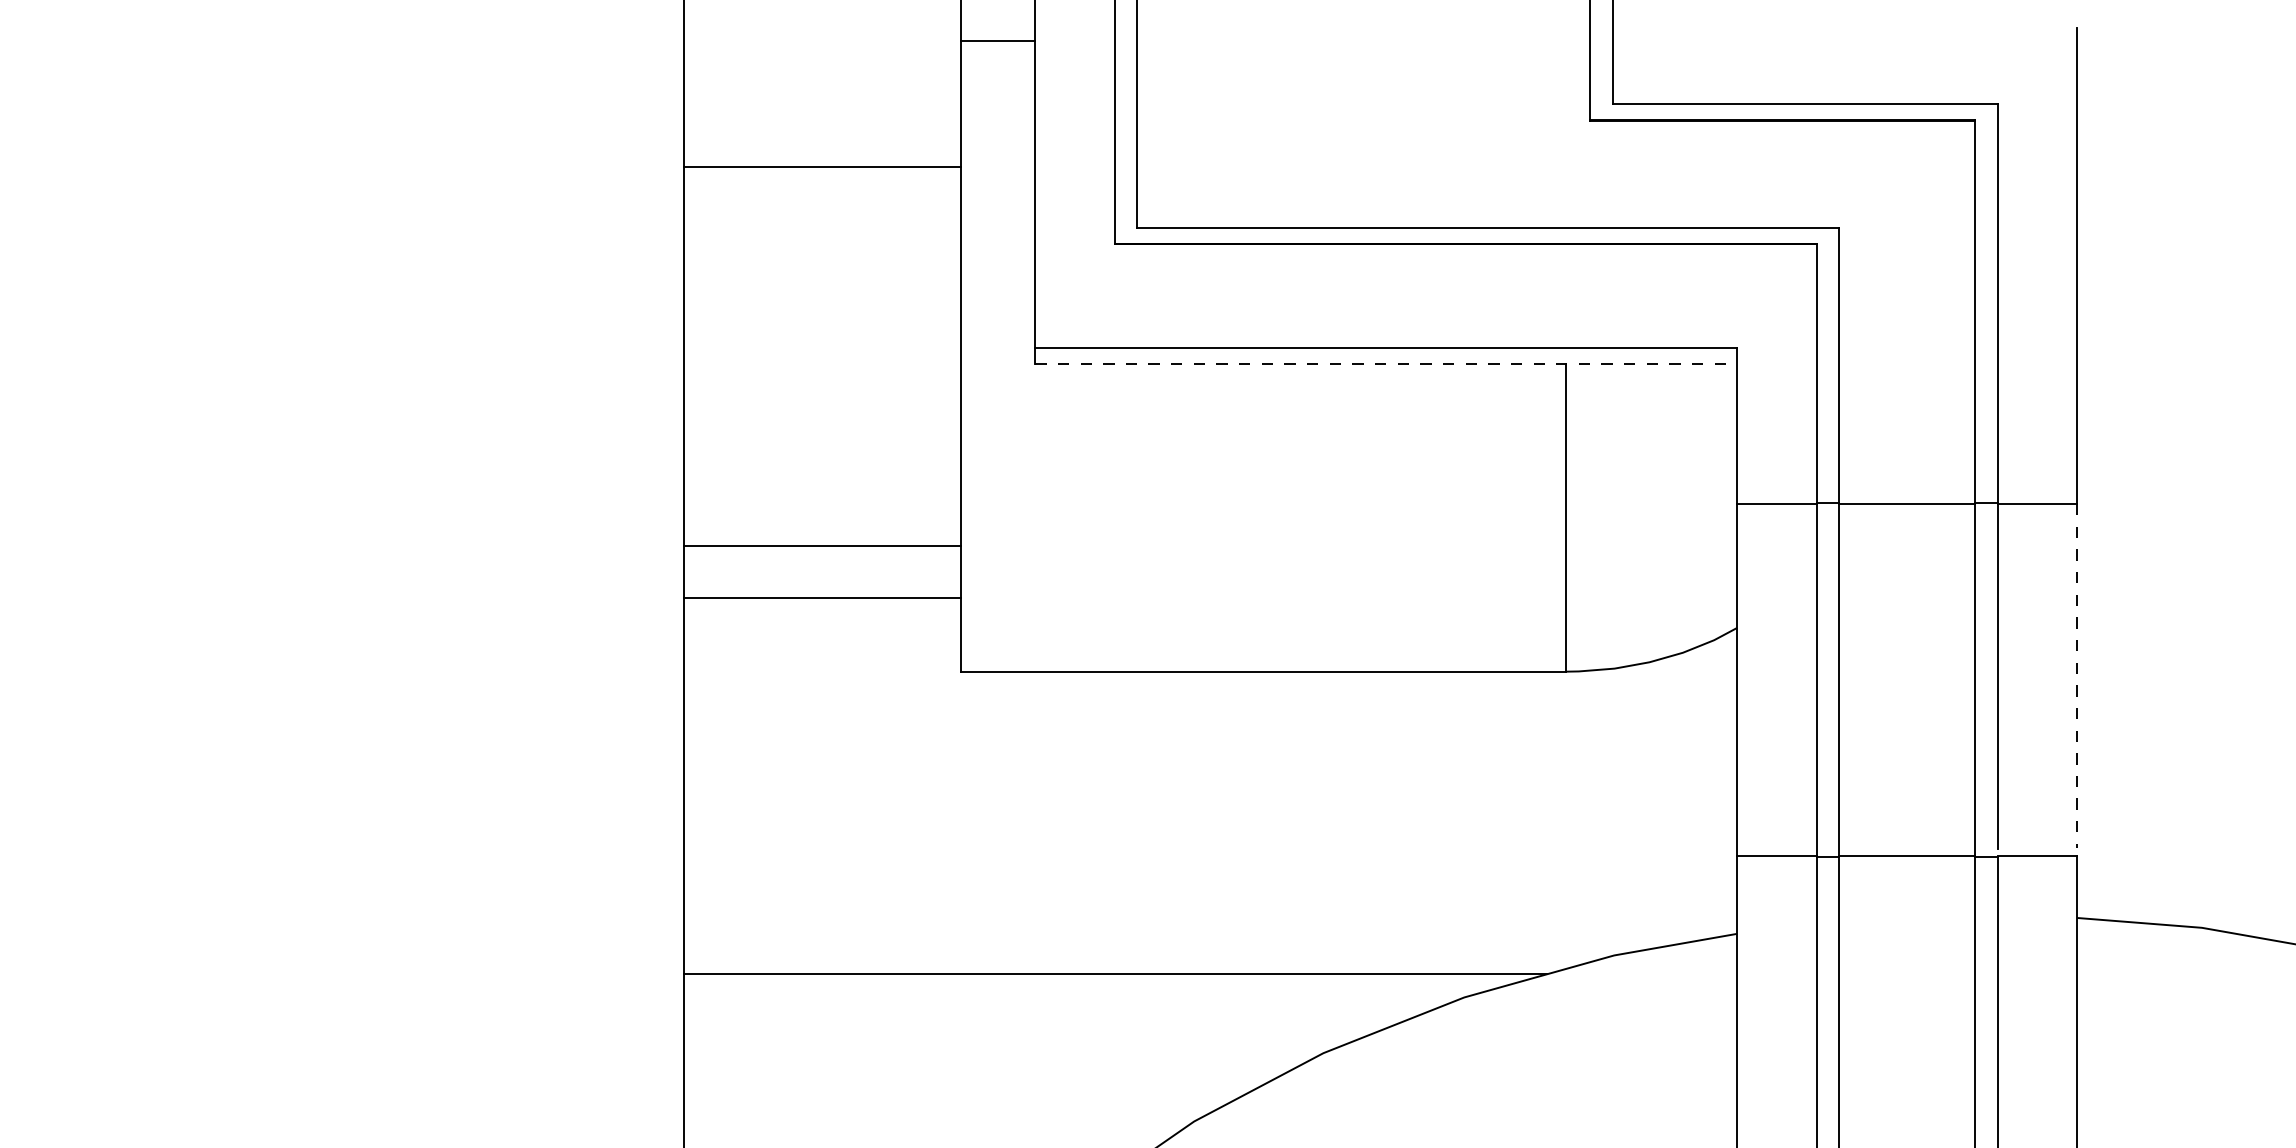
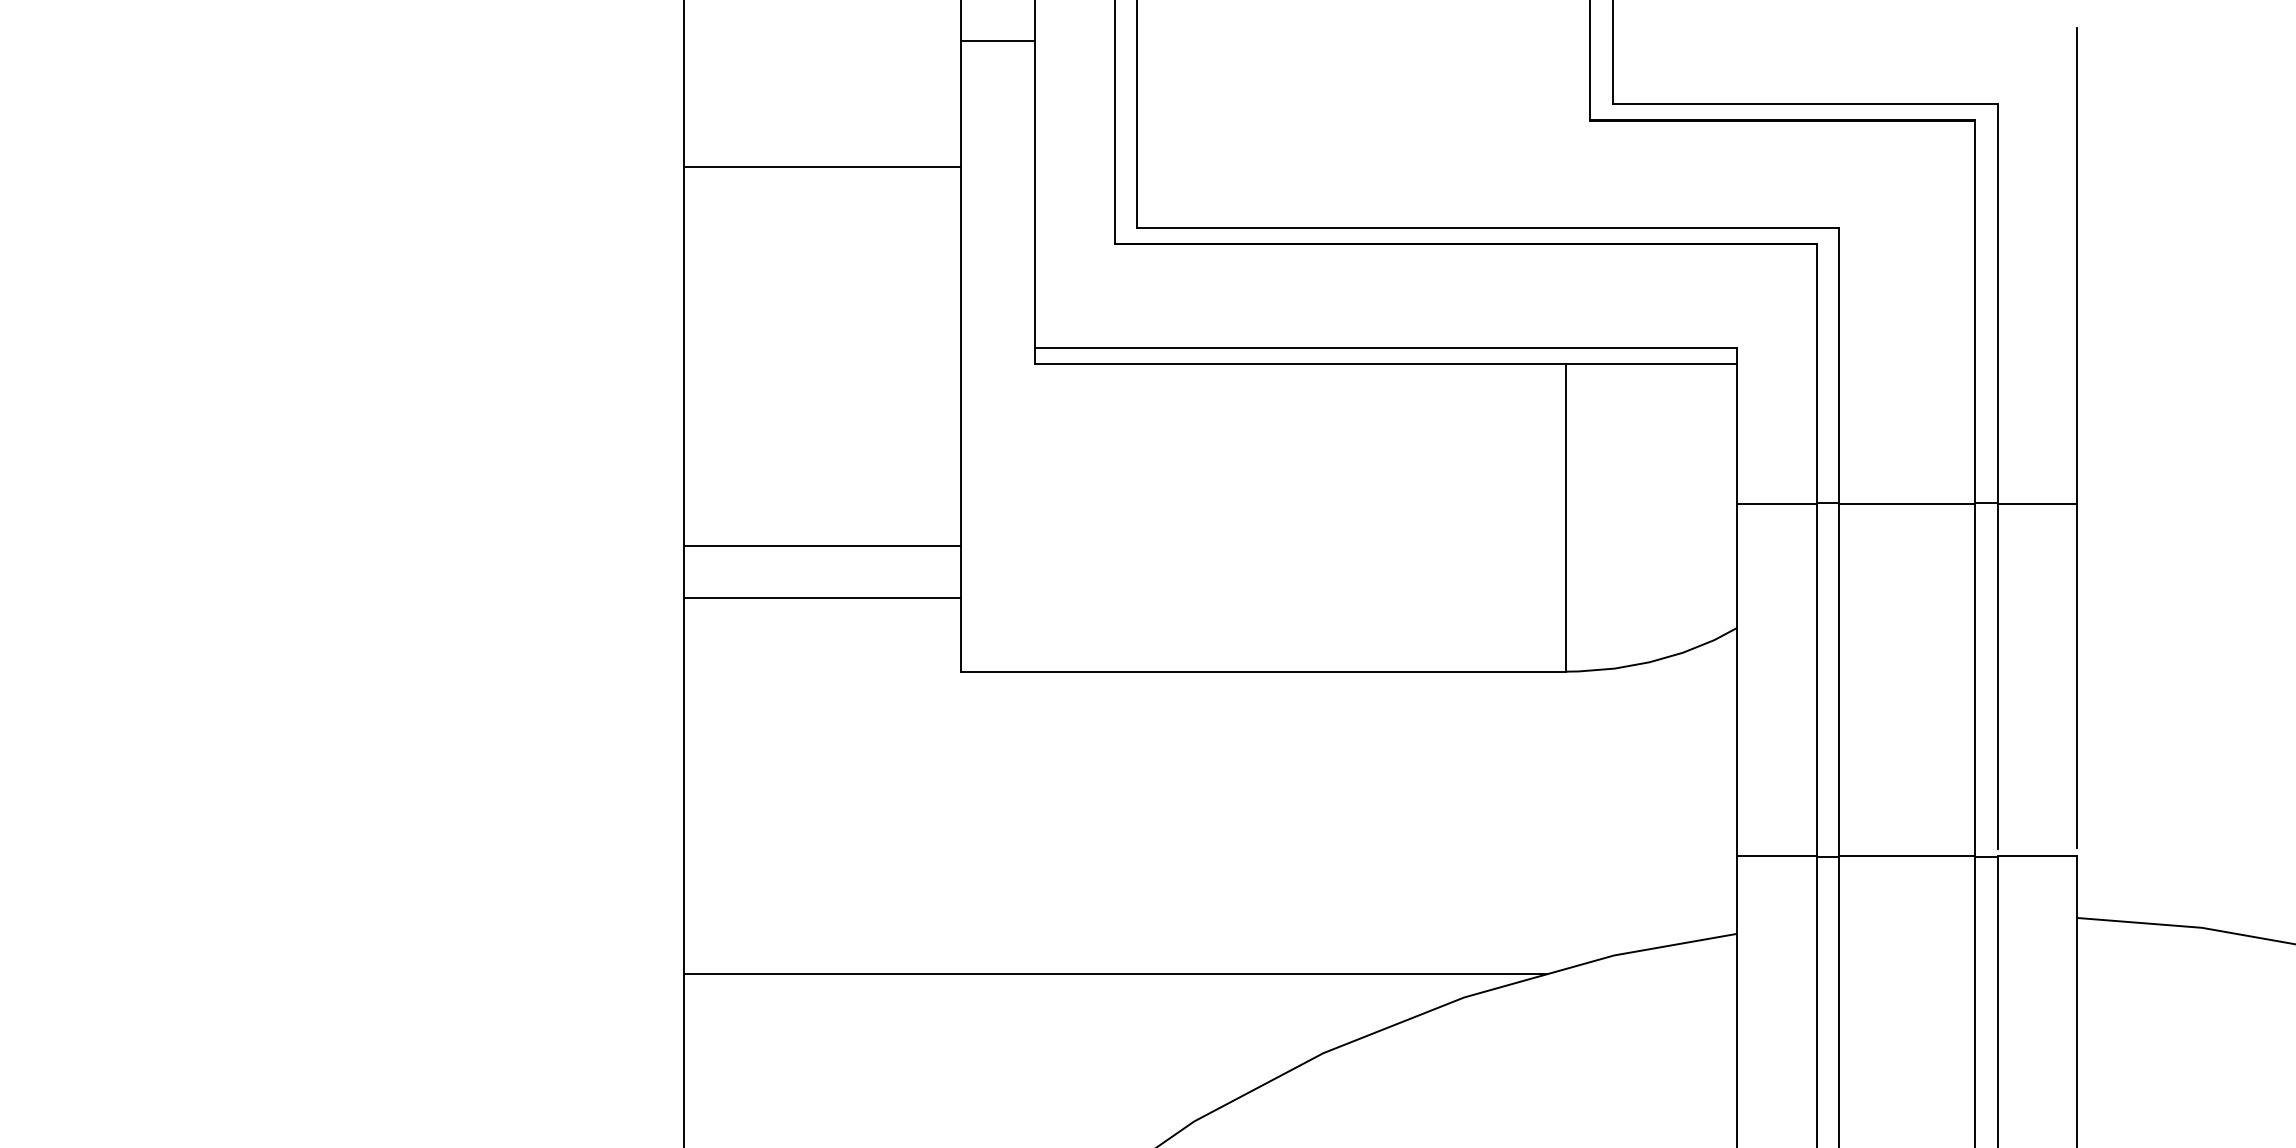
line at (1386, 363): dashed -> solid
line at (2077, 675): dashed -> solid
